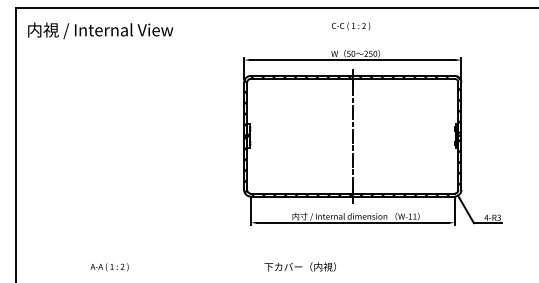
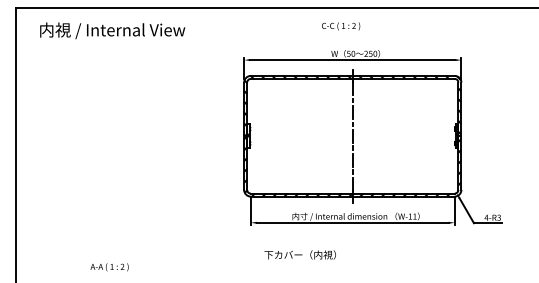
text at (351, 26) position: (351, 26) -> (341, 26)
text at (100, 30) position: (100, 30) -> (112, 30)
text at (299, 266) position: (299, 266) -> (299, 254)
